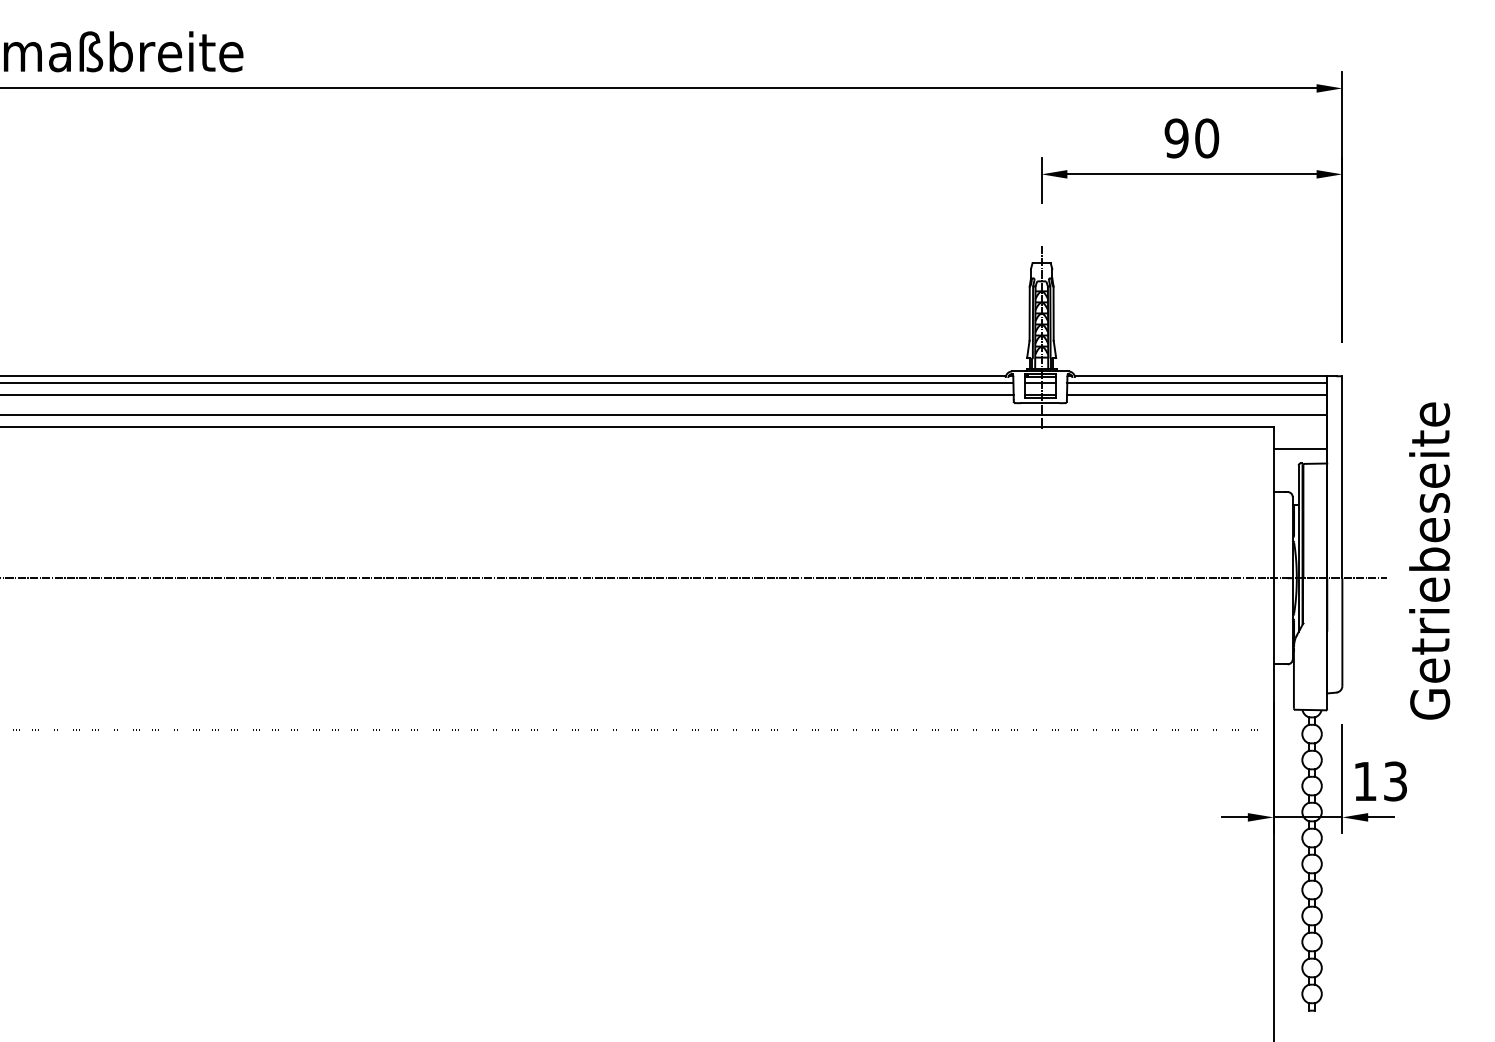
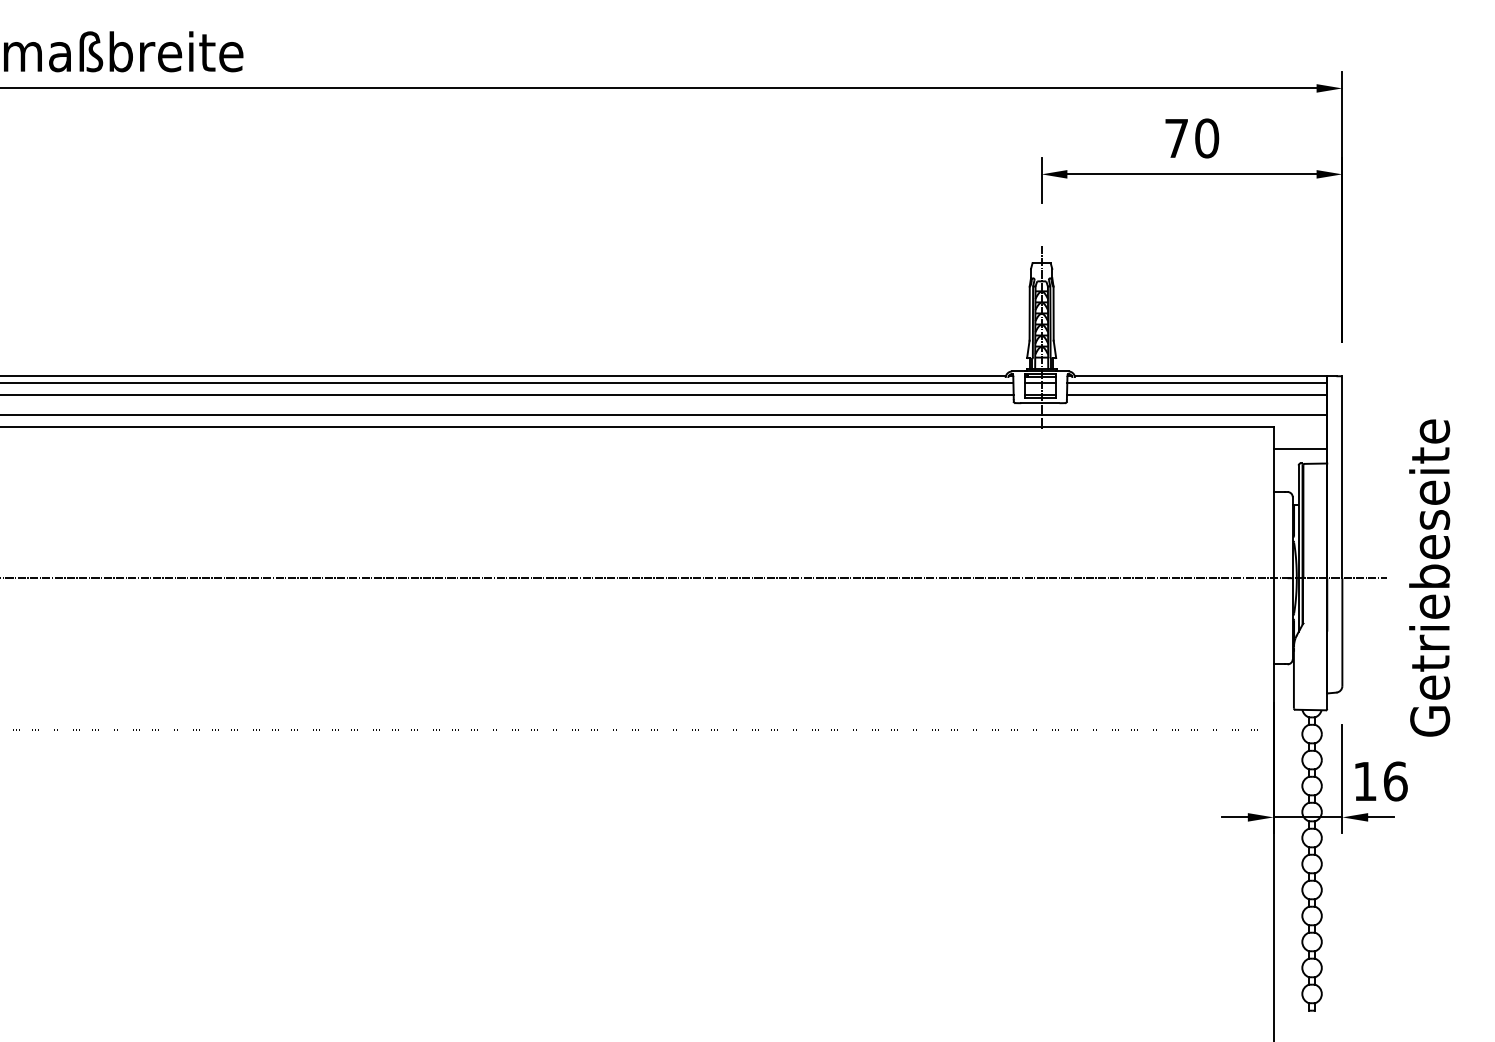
text at (1176, 138): 90 -> 70
text at (1429, 560) position: (1429, 560) -> (1429, 577)
text at (1395, 781): 13 -> 16
